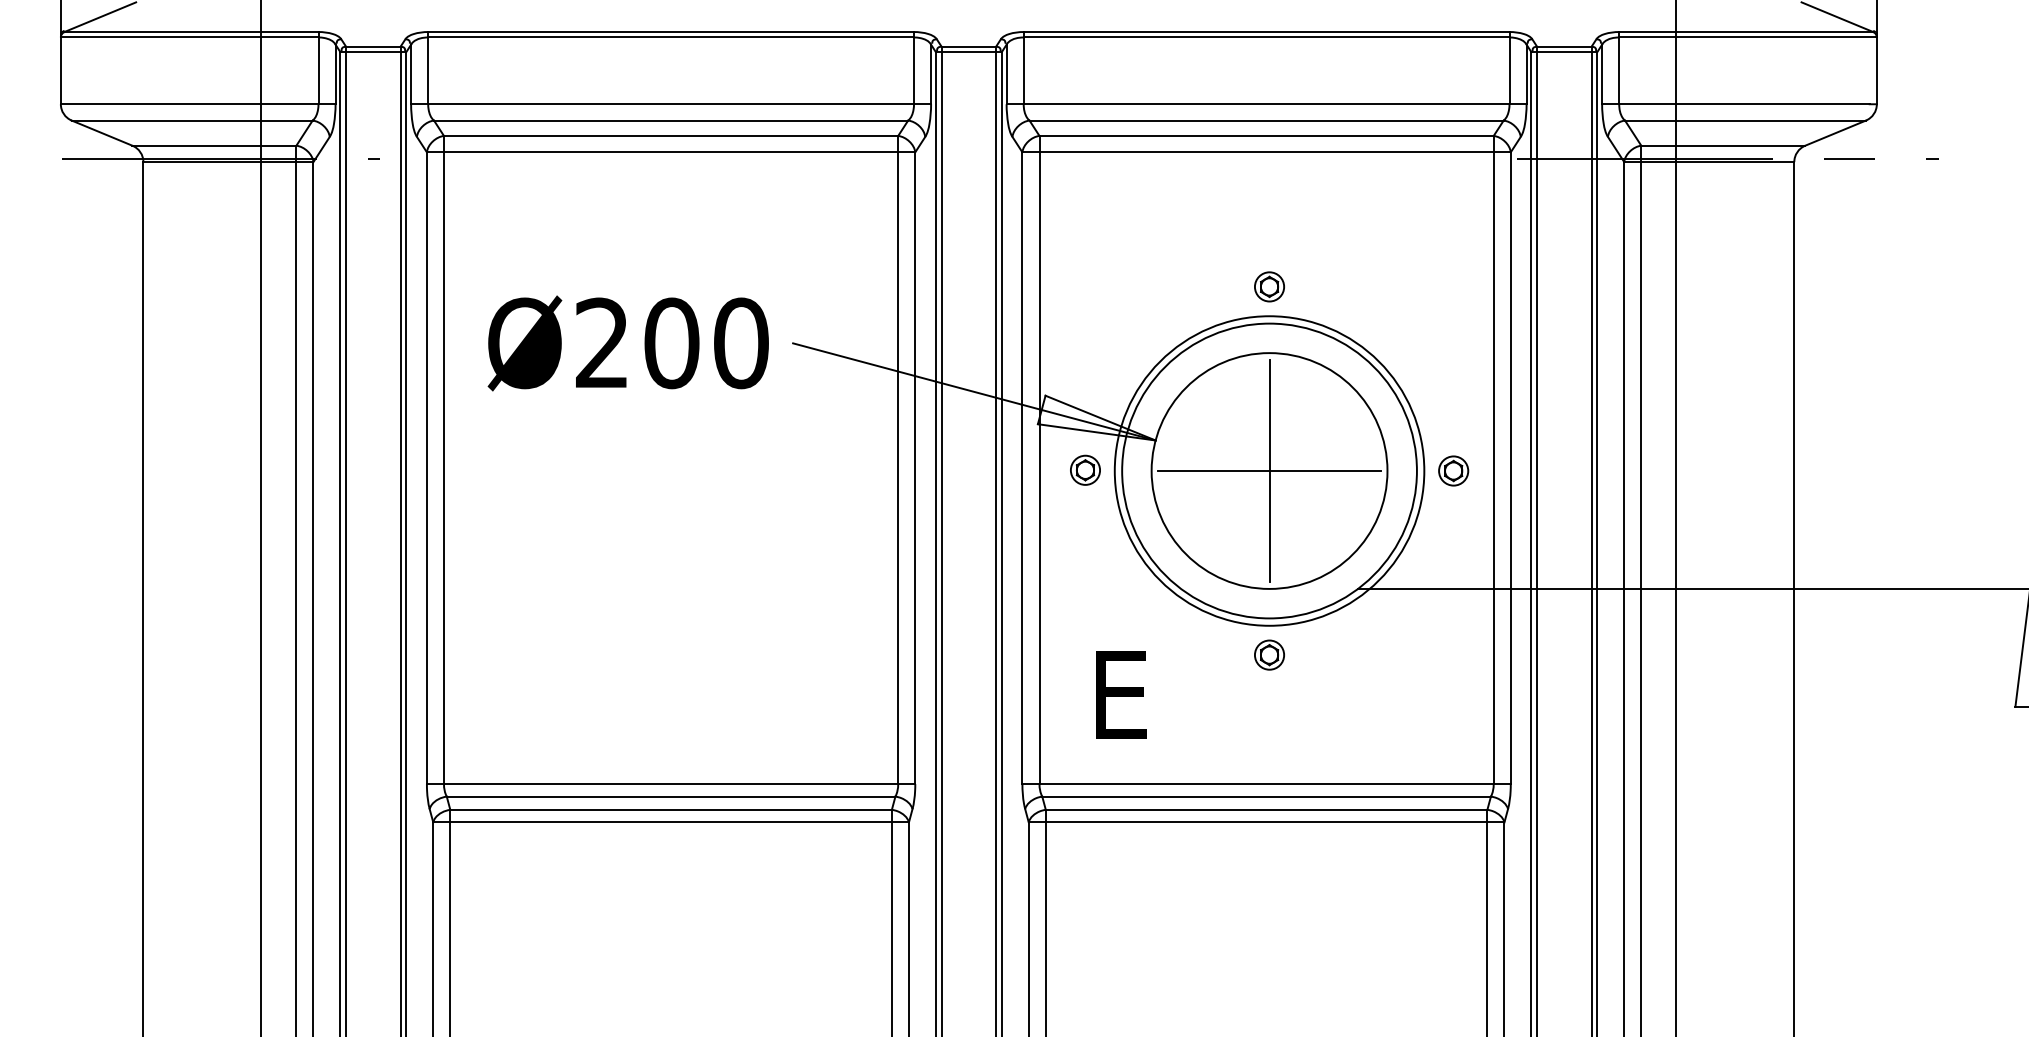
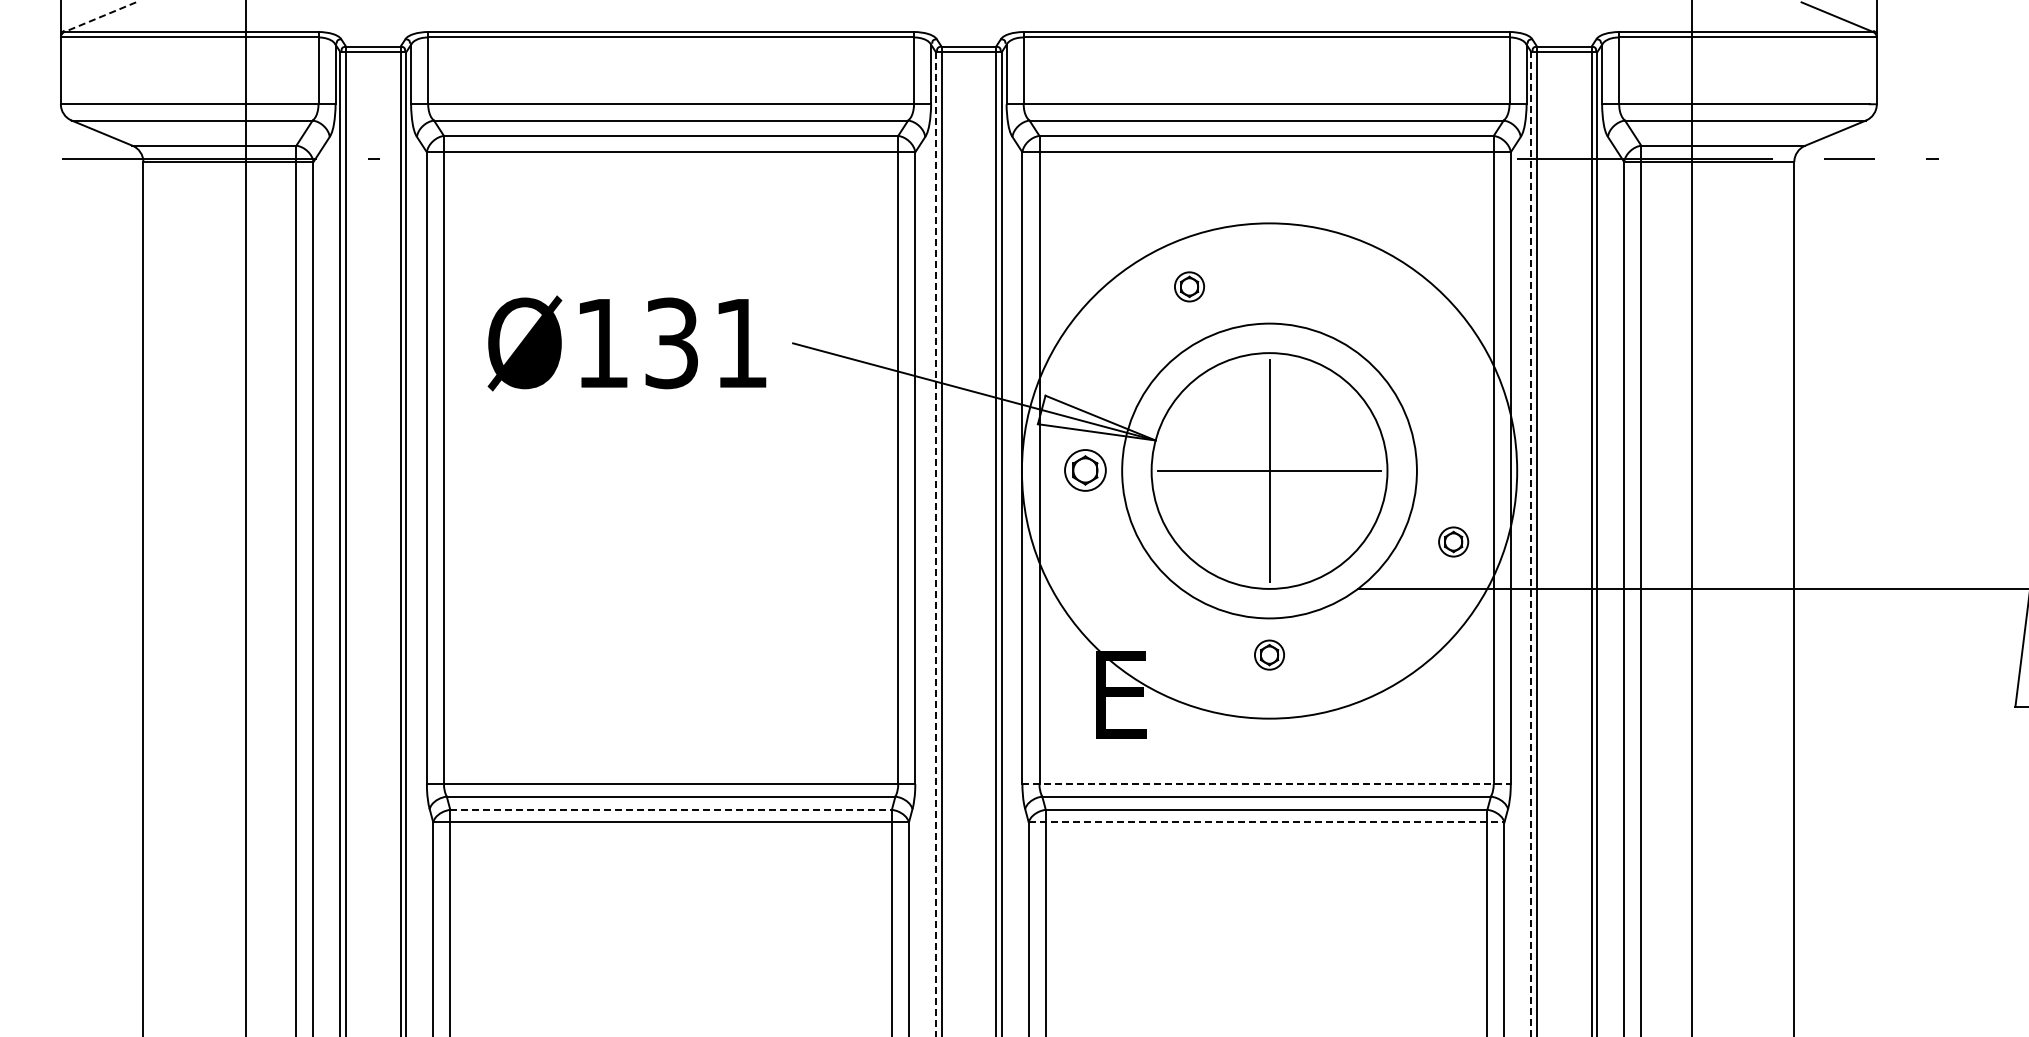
line at (100, 17): solid -> dashed
part at (1269, 286) position: (1269, 286) -> (1189, 286)
text at (672, 343): Ø200 -> Ø131
part at (1085, 469) size: 31x32 px -> 43x43 px
circle at (1269, 470) diameter: 310 px -> 495 px
part at (1453, 470) position: (1453, 470) -> (1453, 541)
line at (261, 517) position: (261, 517) -> (246, 517)
line at (1676, 517) position: (1676, 517) -> (1692, 517)
line at (935, 544): solid -> dashed
line at (1531, 544): solid -> dashed
line at (1267, 784): solid -> dashed
line at (671, 809): solid -> dashed
line at (1266, 822): solid -> dashed
